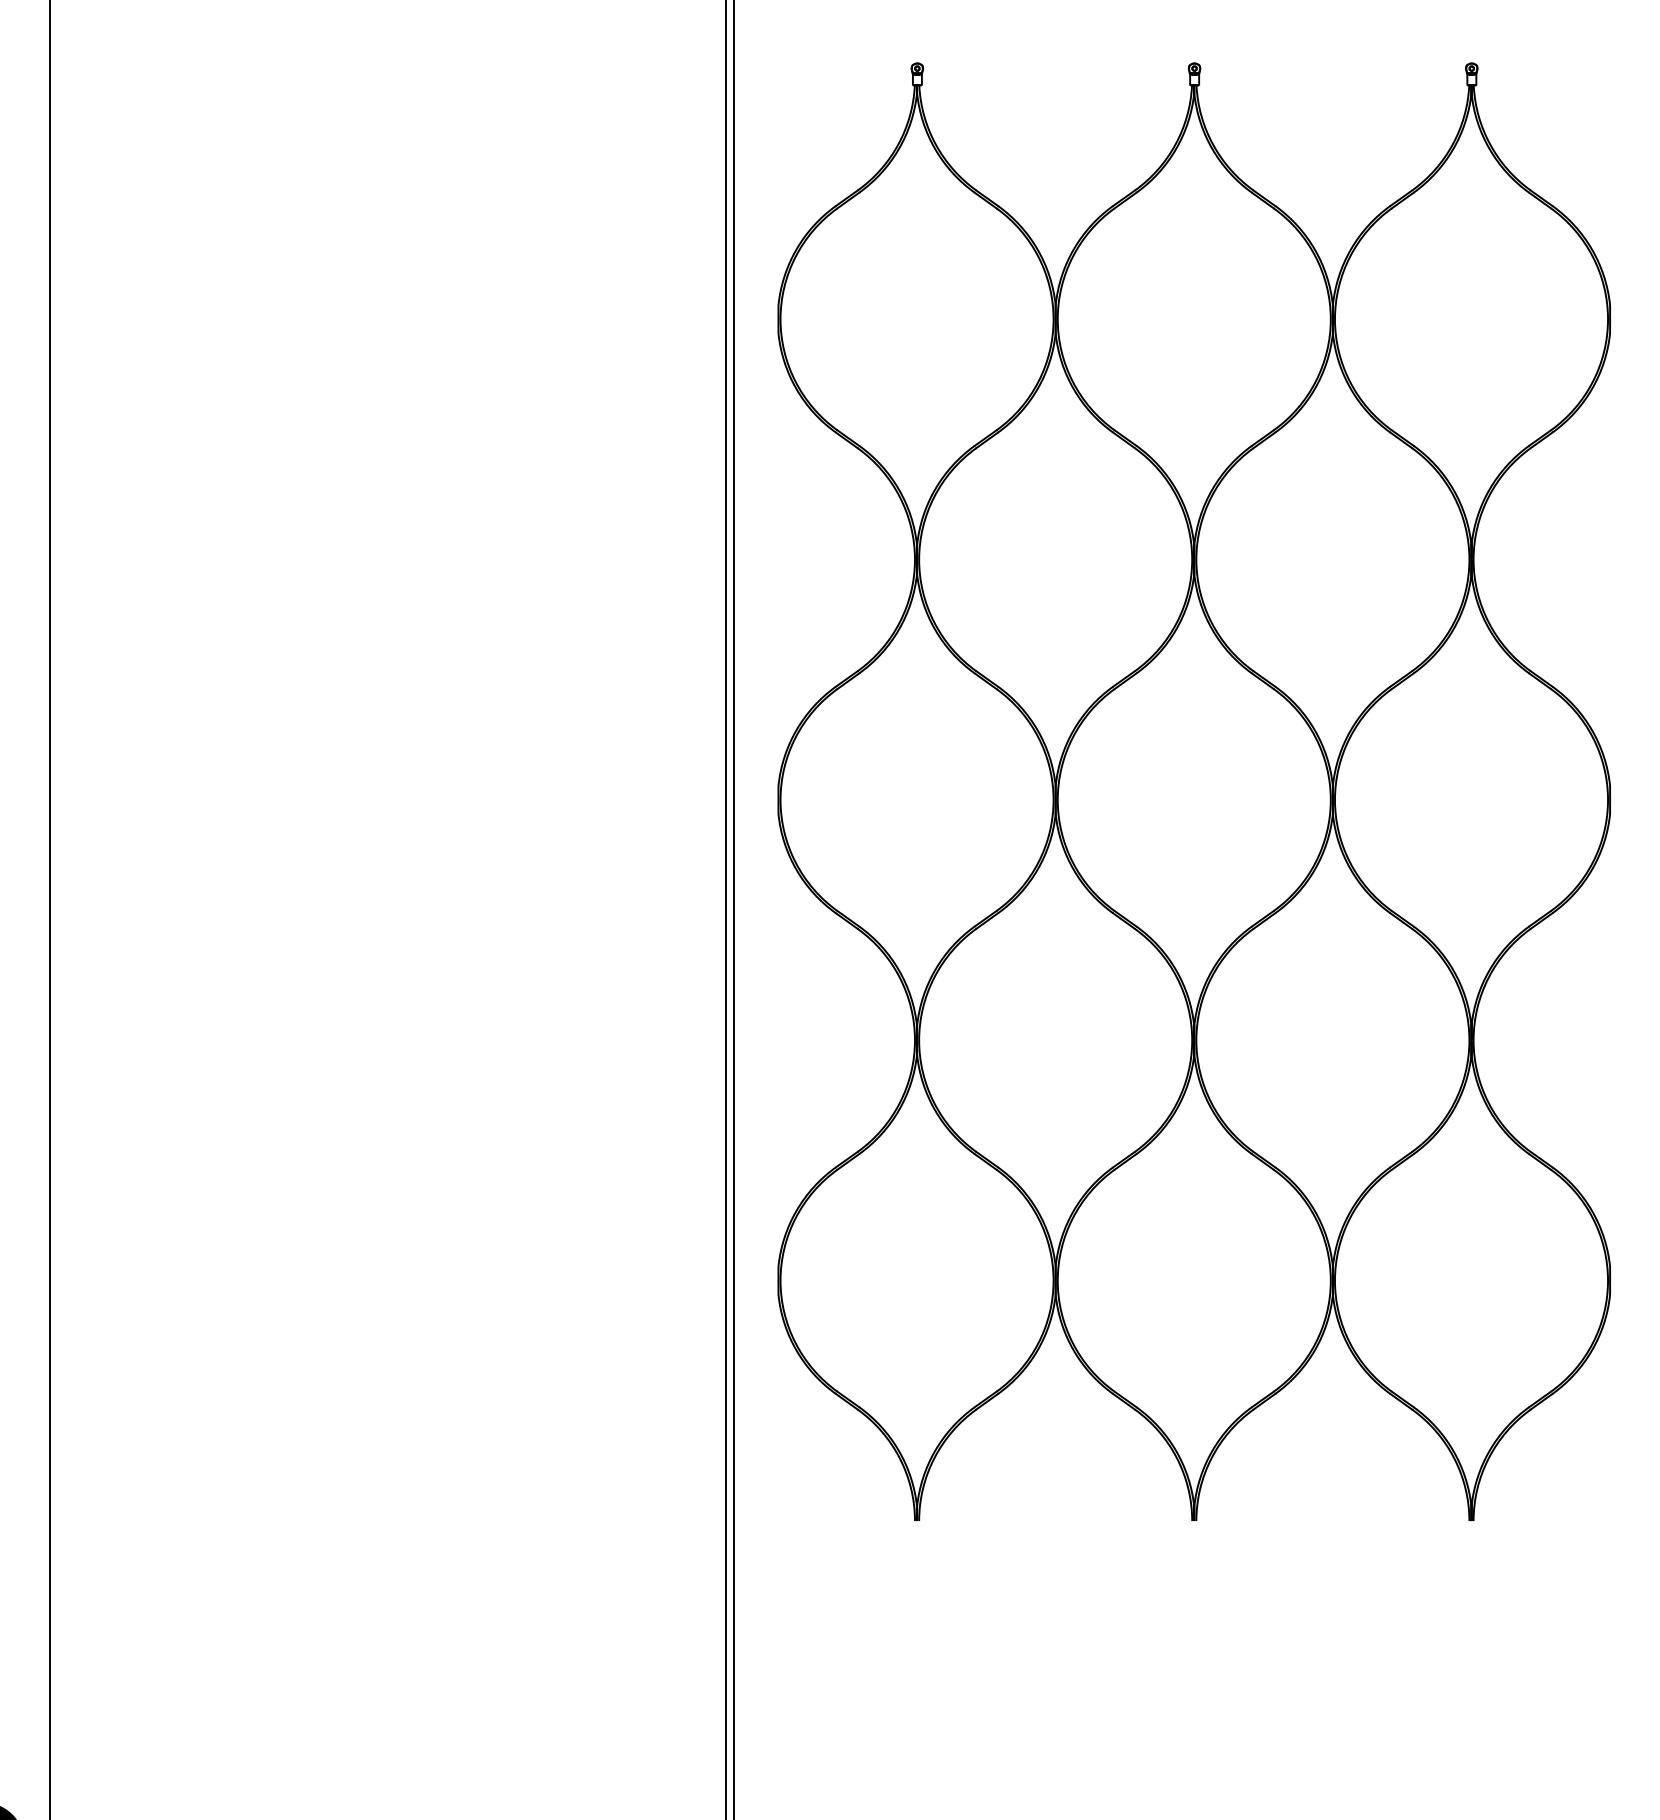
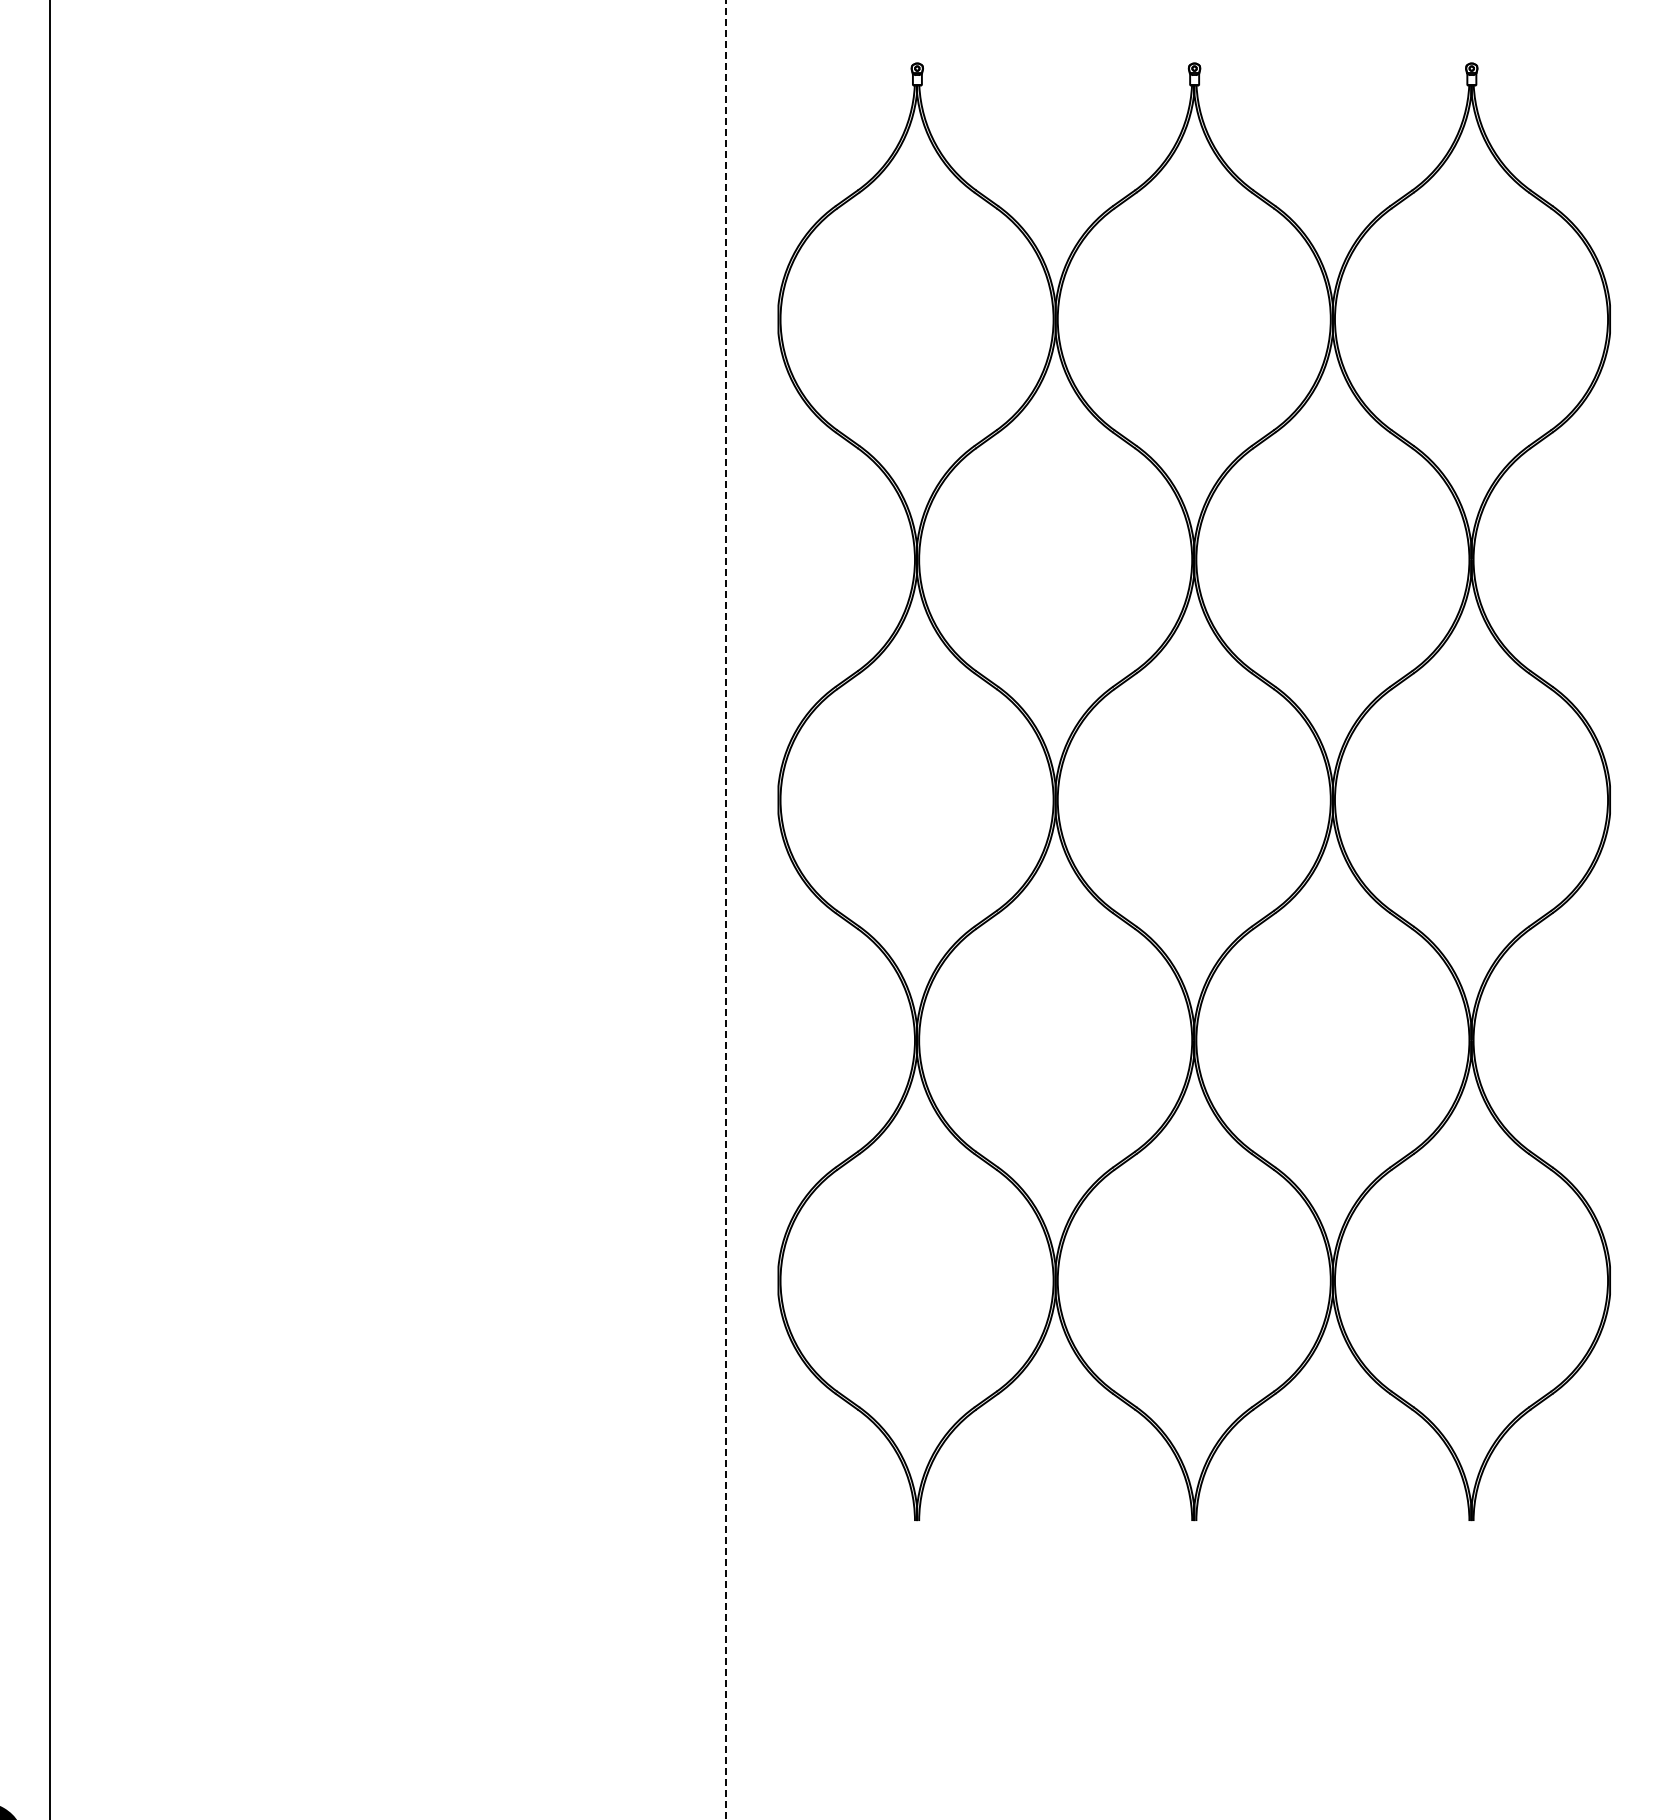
line at (725, 909): solid -> dashed
line at (733, 909): present -> none
